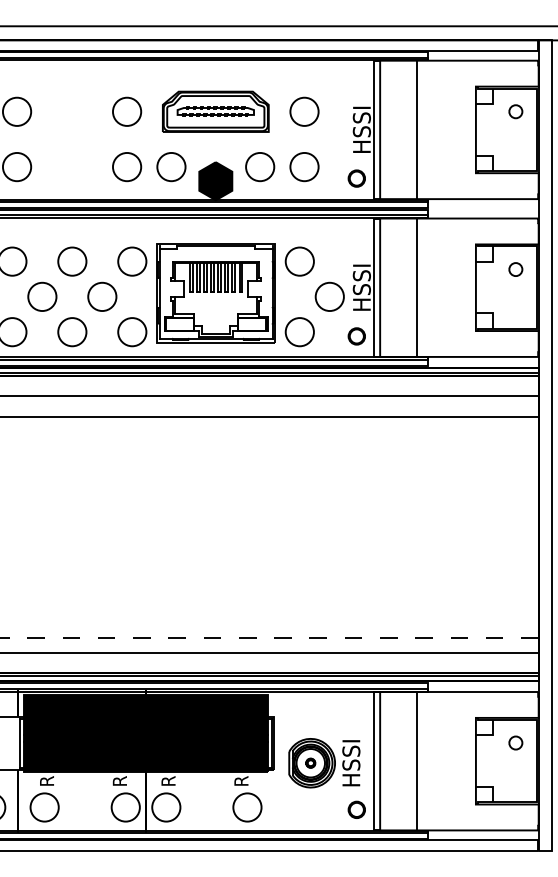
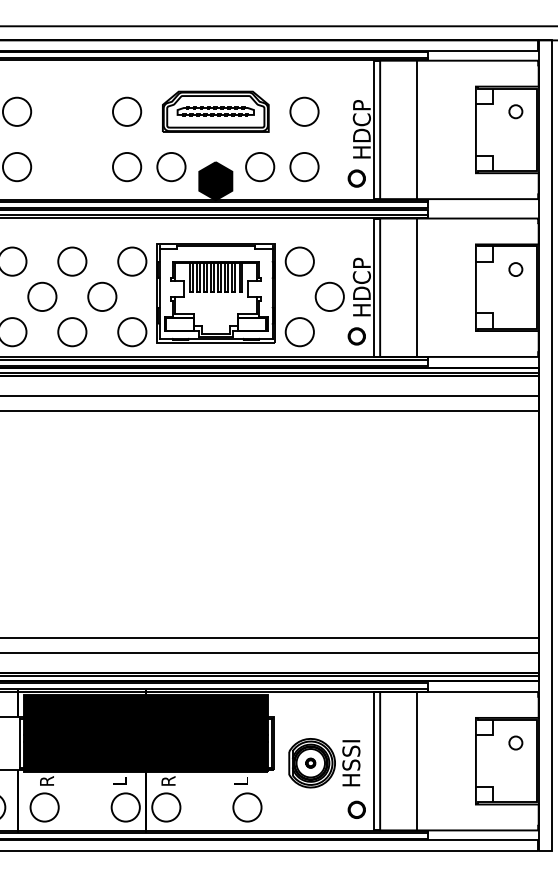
text at (361, 129): HSSI -> HDCP
text at (361, 286): HSSI -> HDCP
line at (270, 417) position: (270, 417) -> (270, 411)
line at (268, 637): dashed -> solid
text at (119, 780): R -> L
text at (241, 780): R -> L
